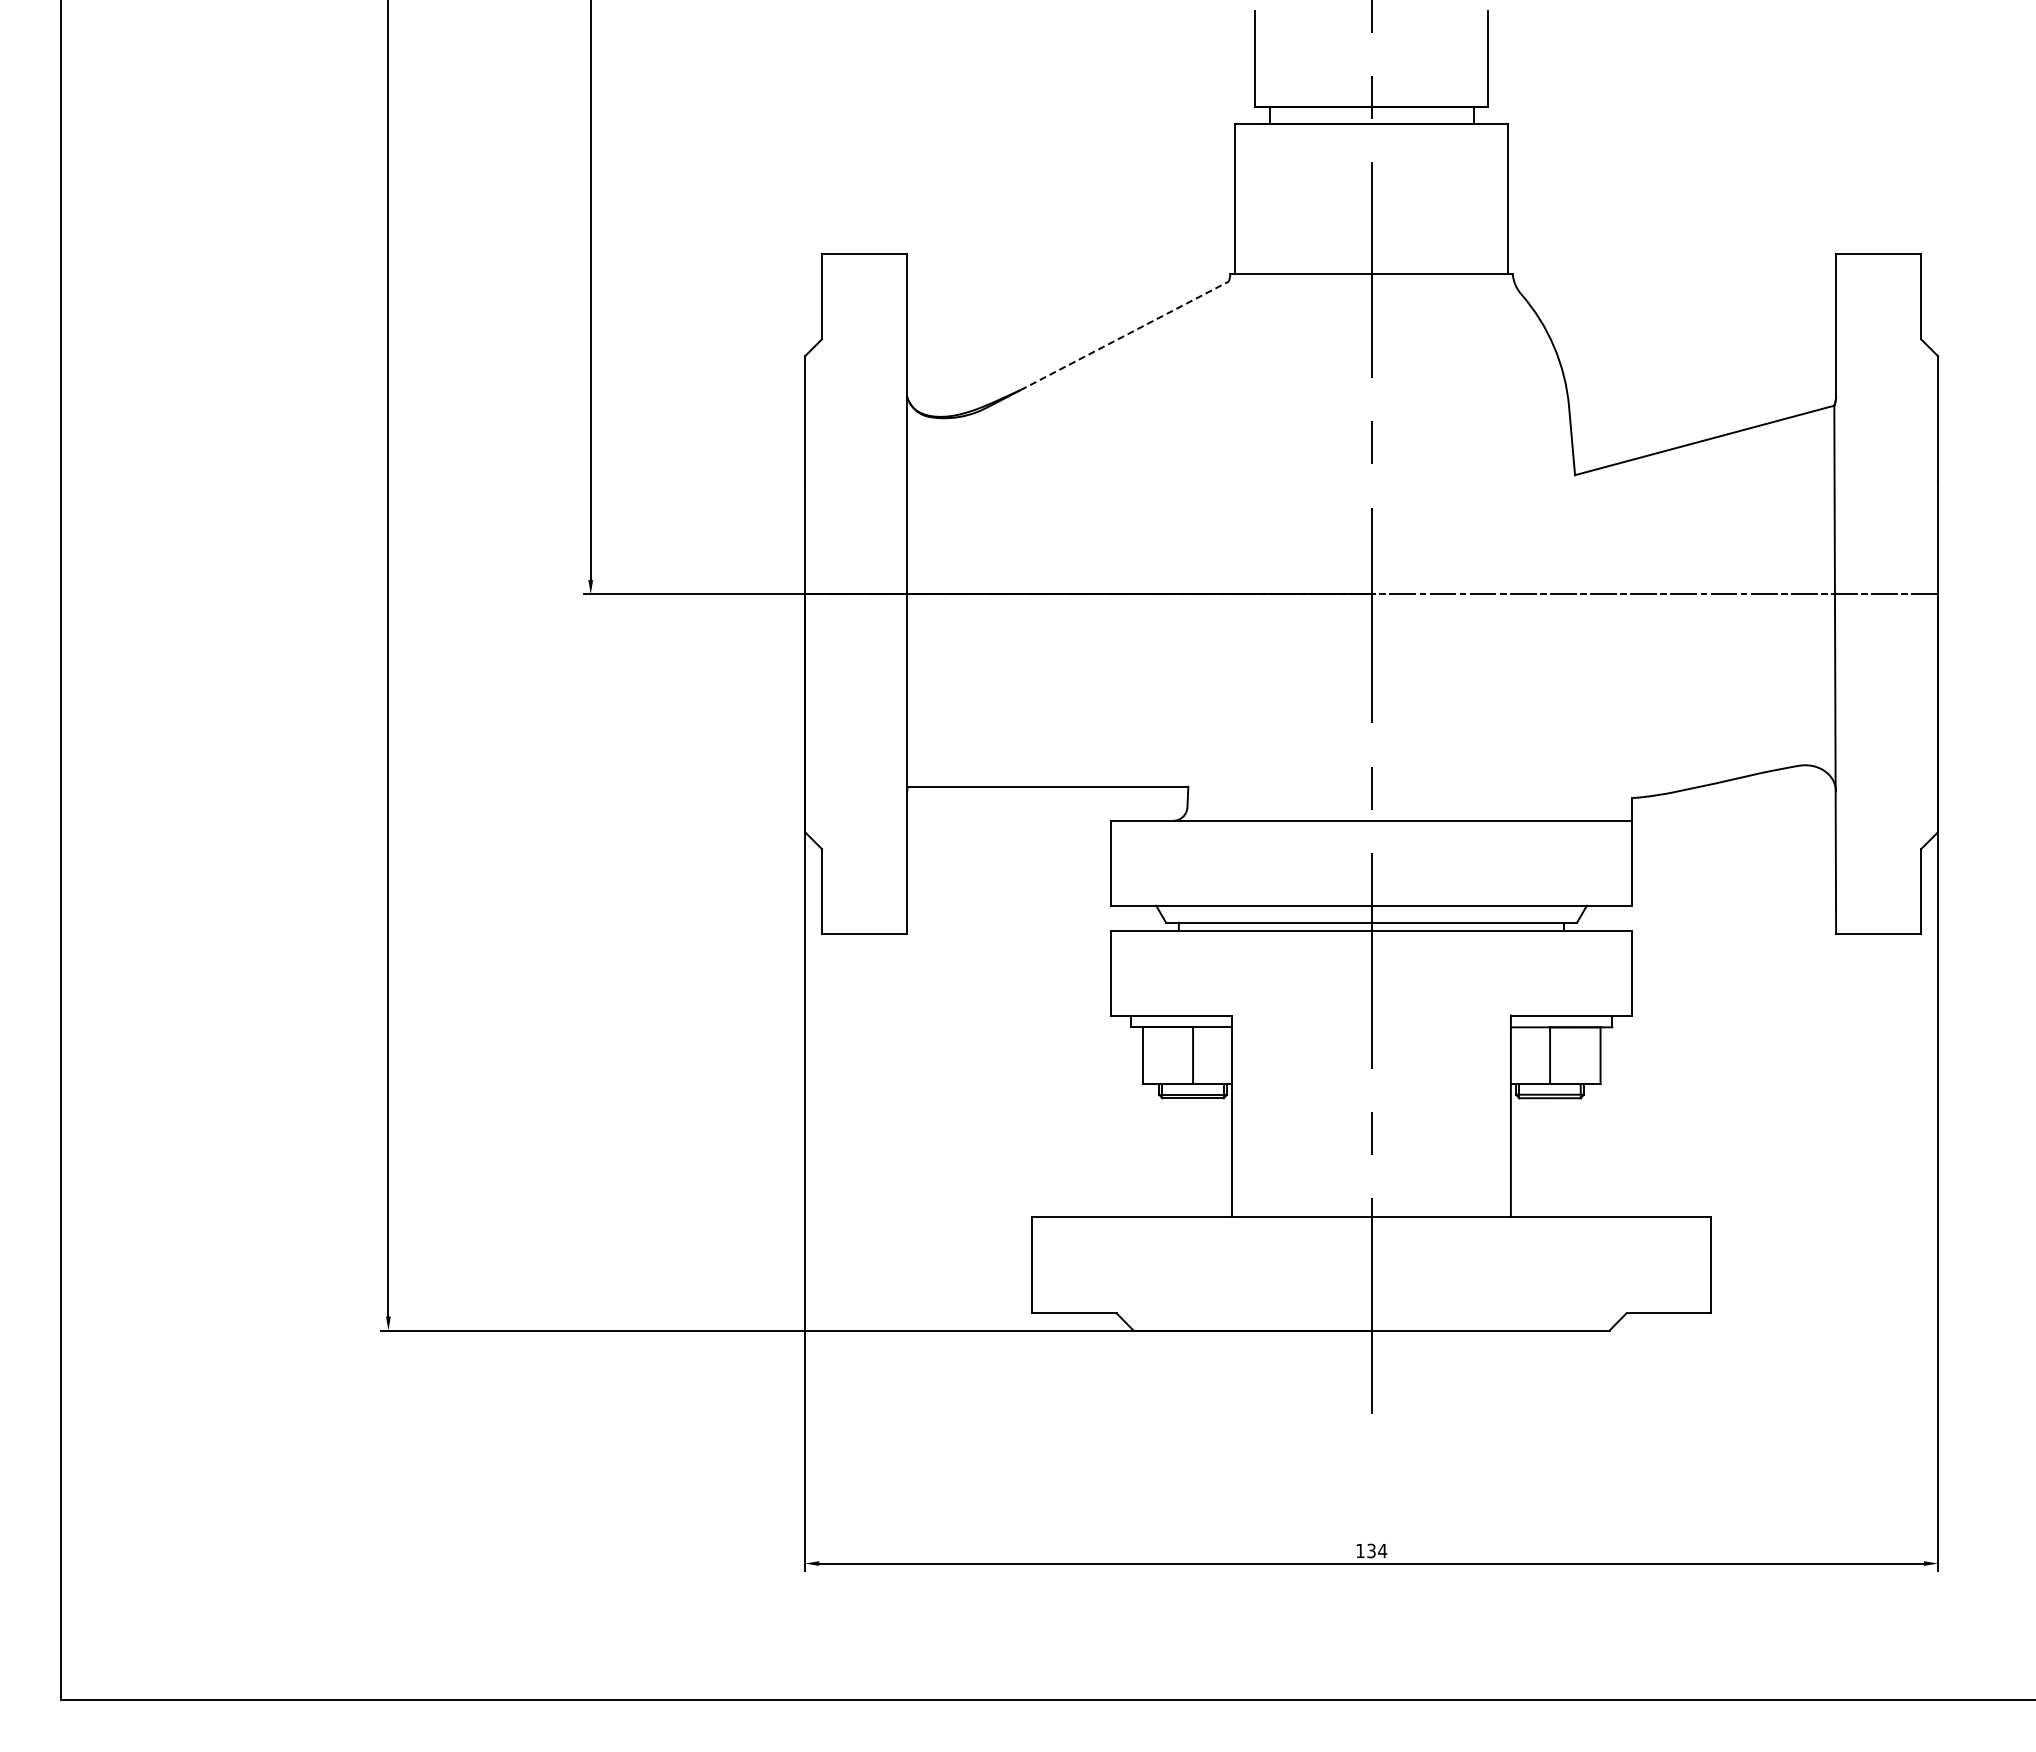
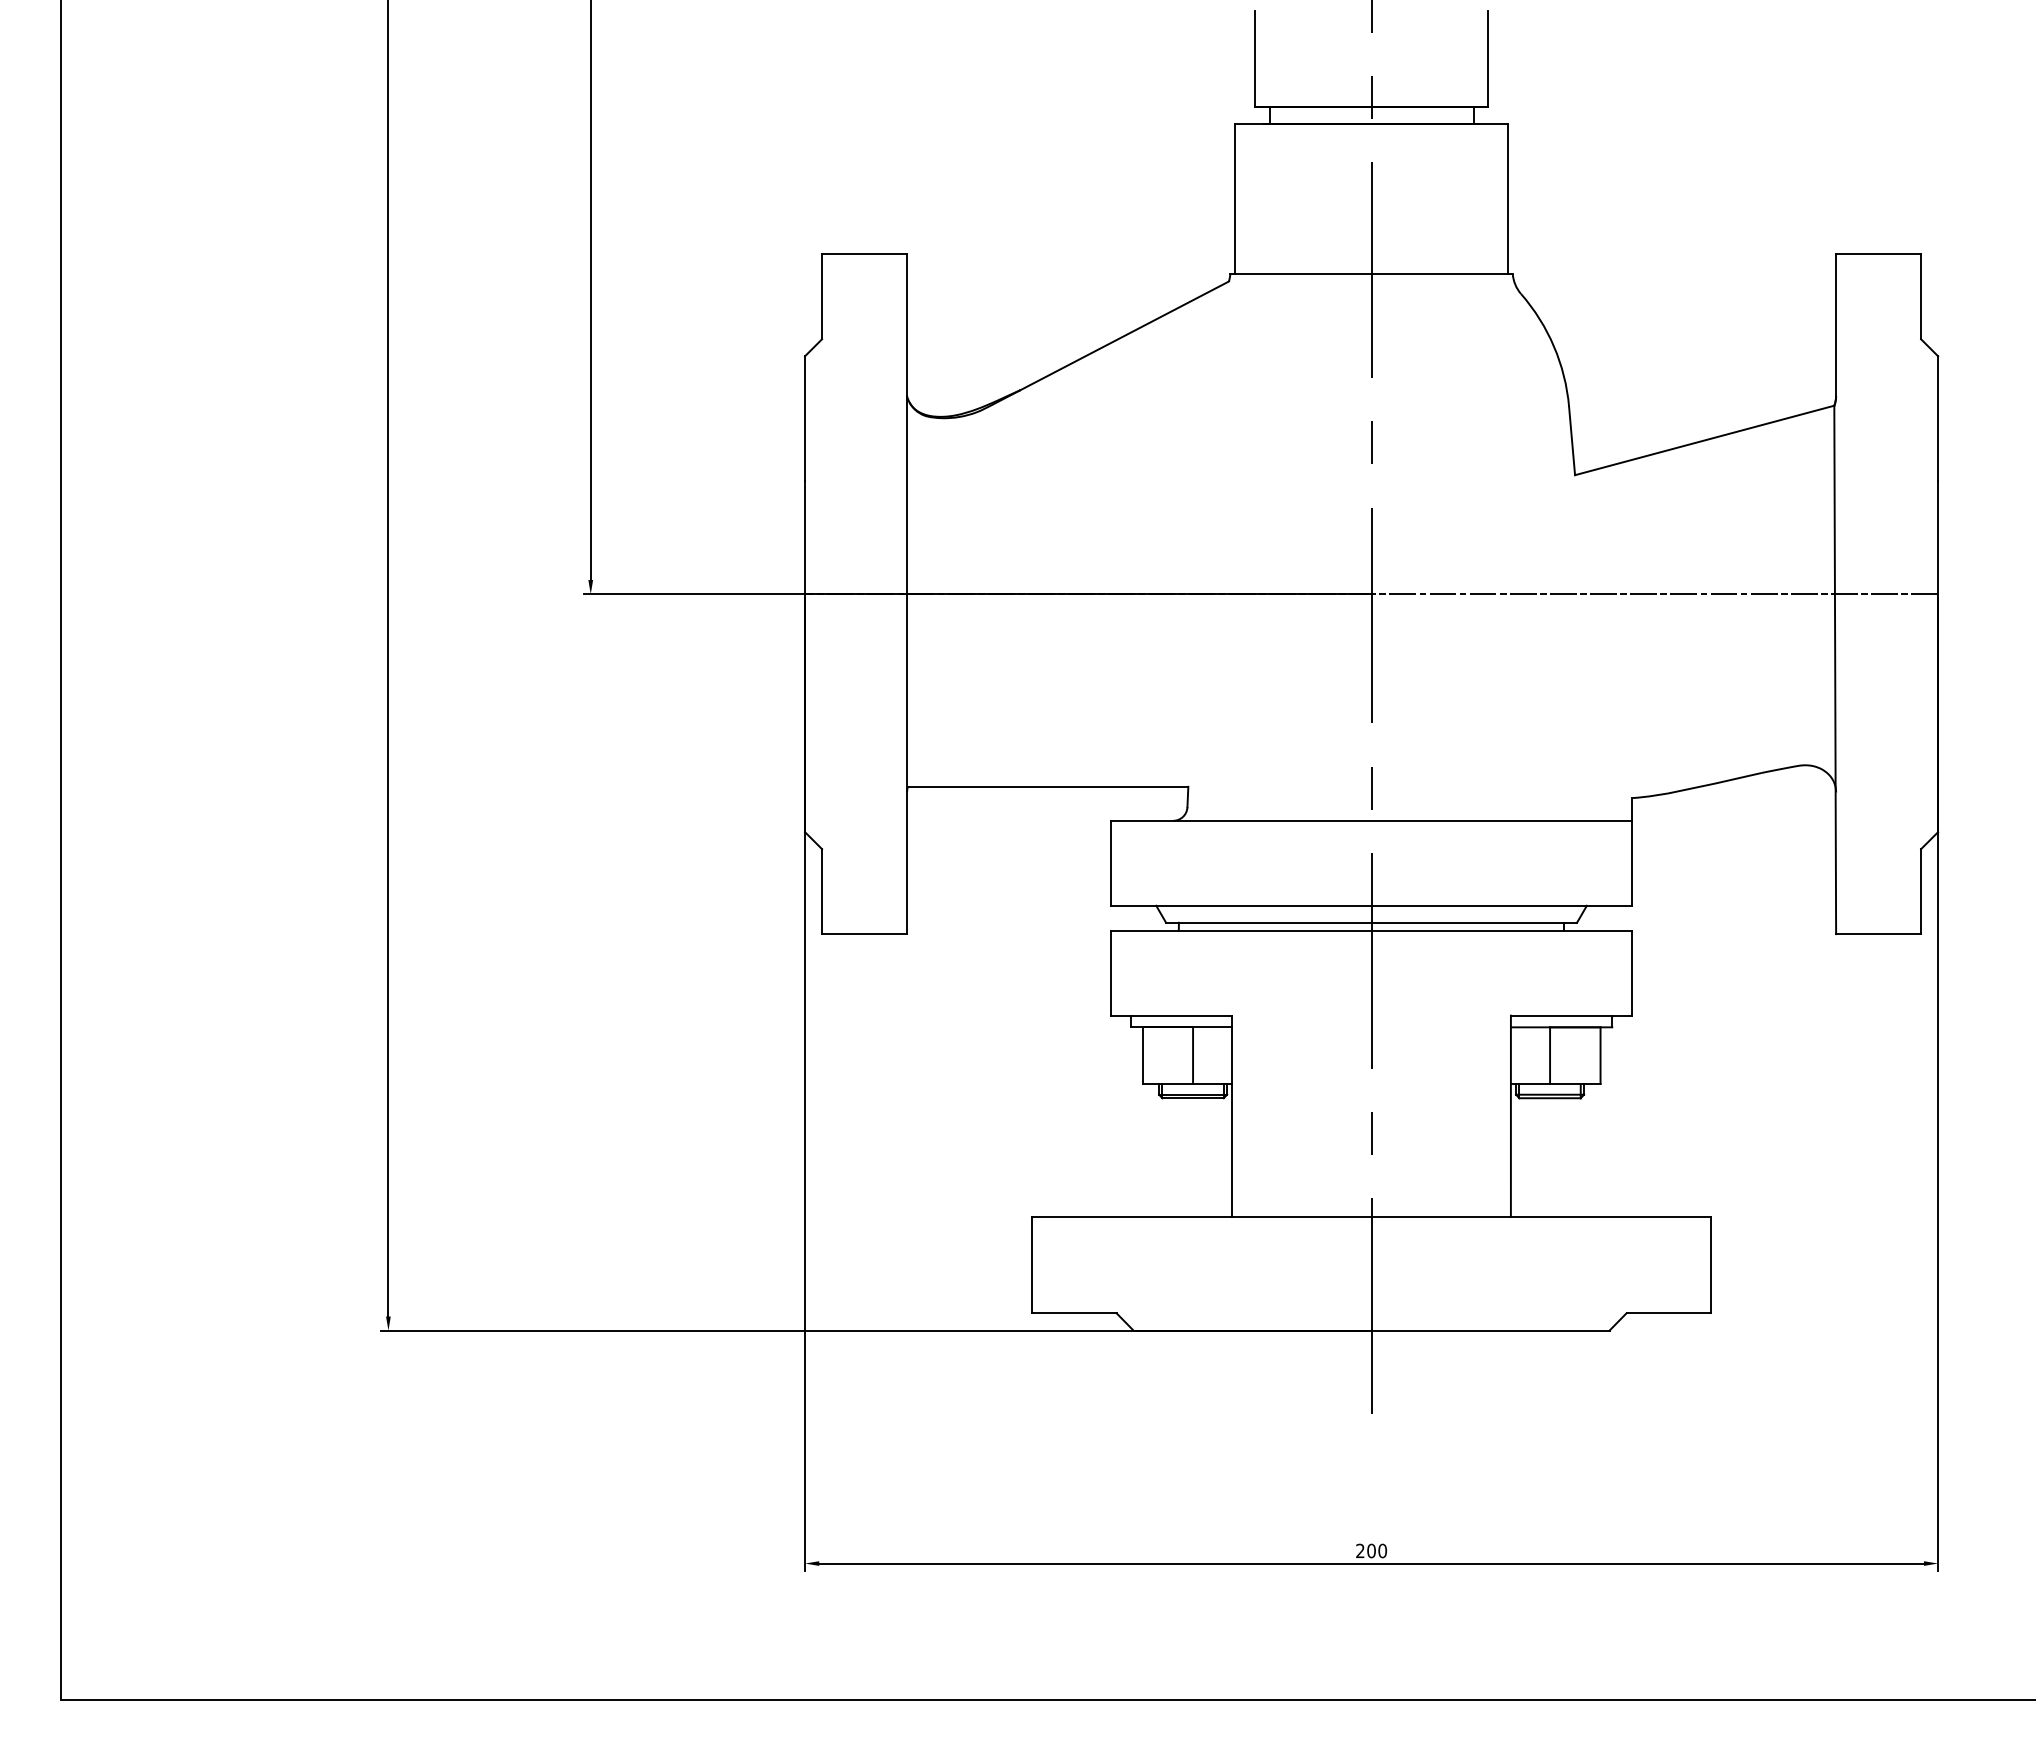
line at (1124, 335): dashed -> solid
text at (1371, 1550): 134 -> 200
